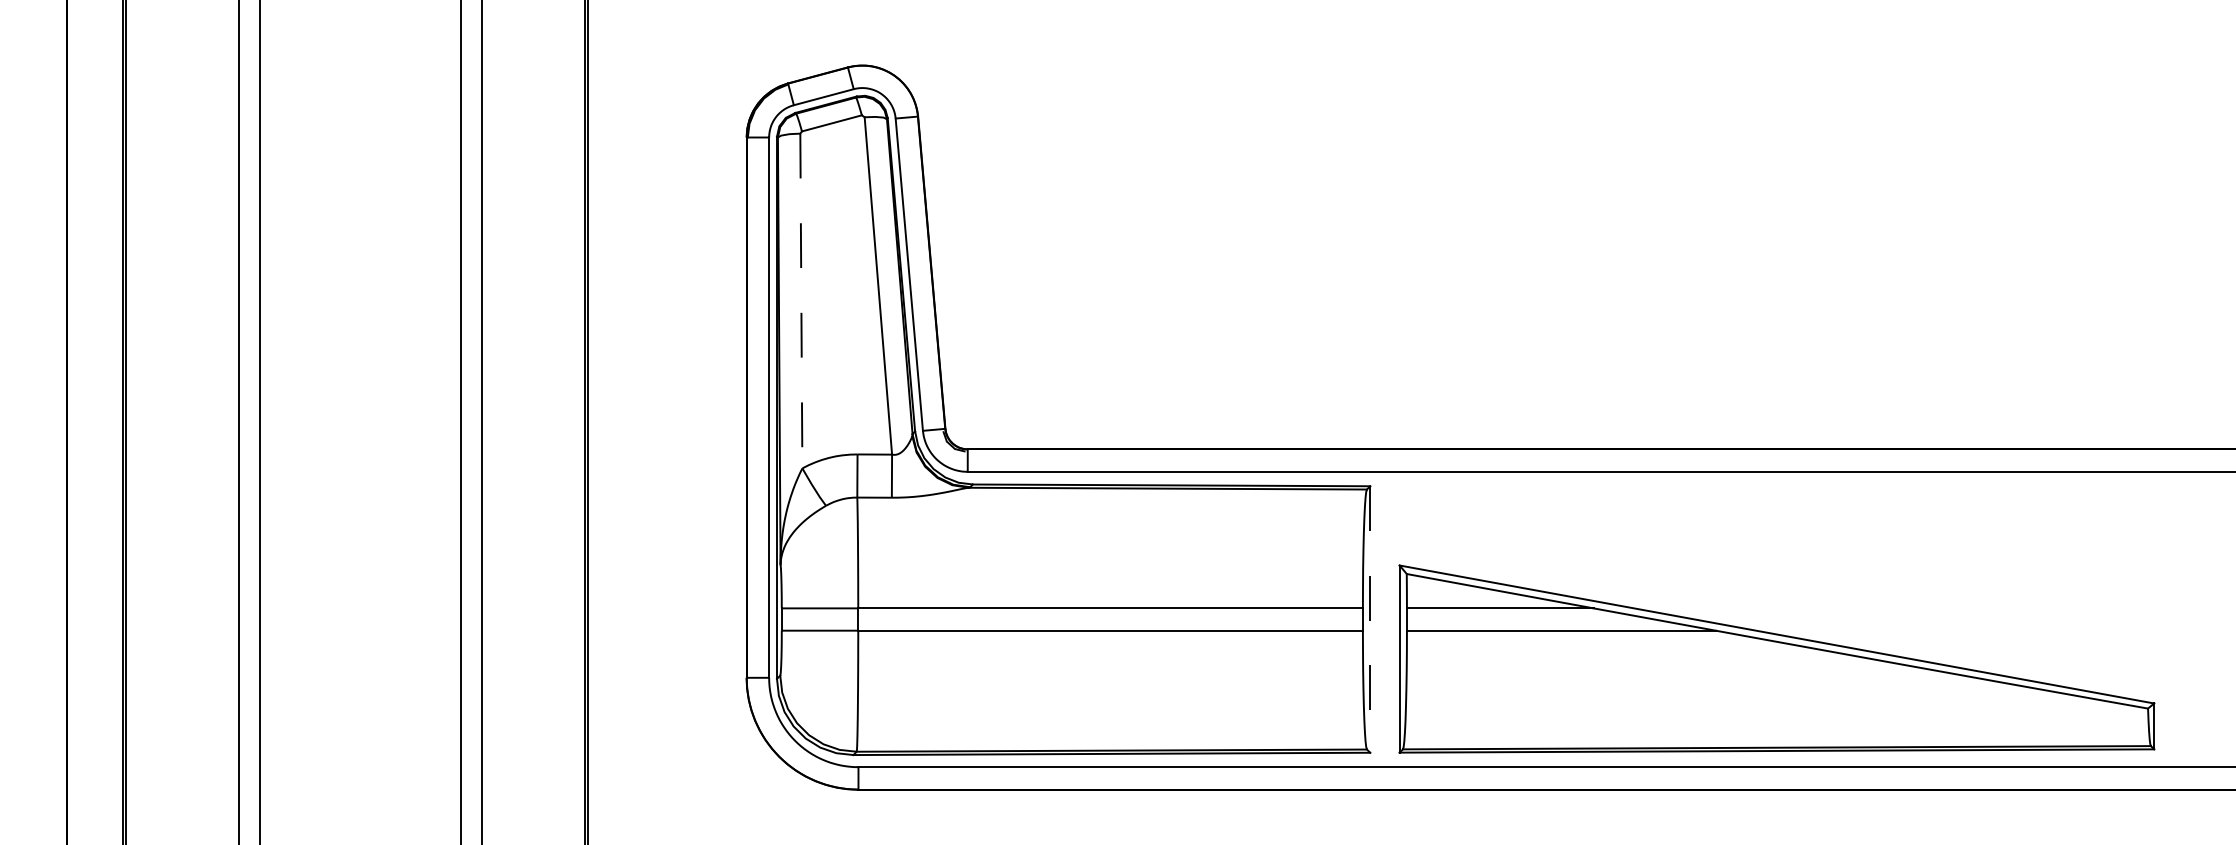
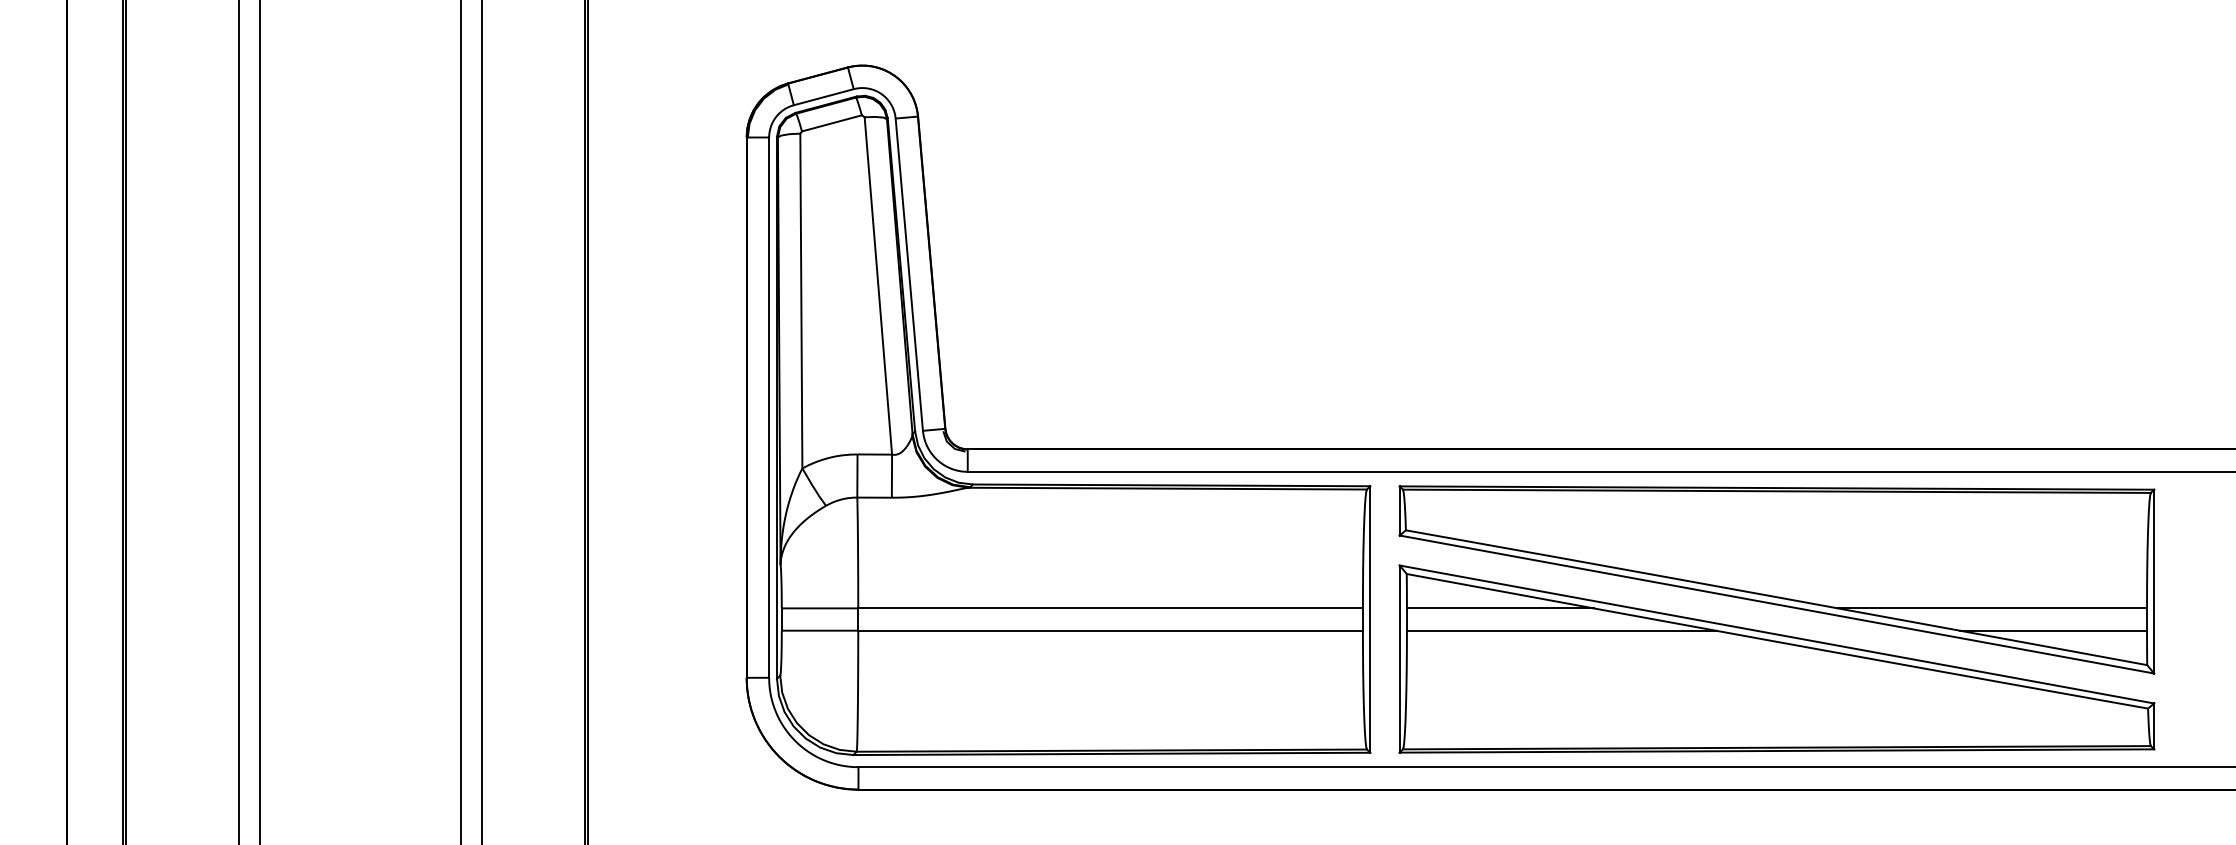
line at (801, 301): dashed -> solid
part at (1776, 579): none -> present
line at (1370, 620): dashed -> solid
